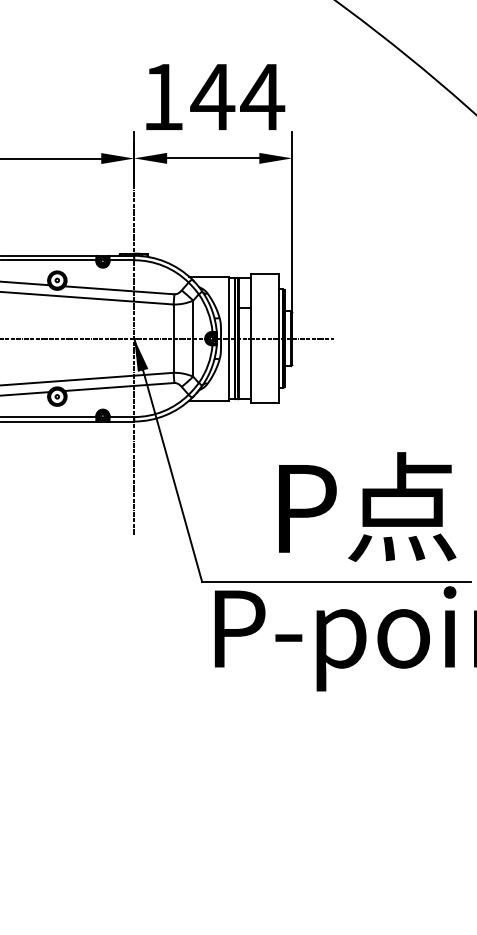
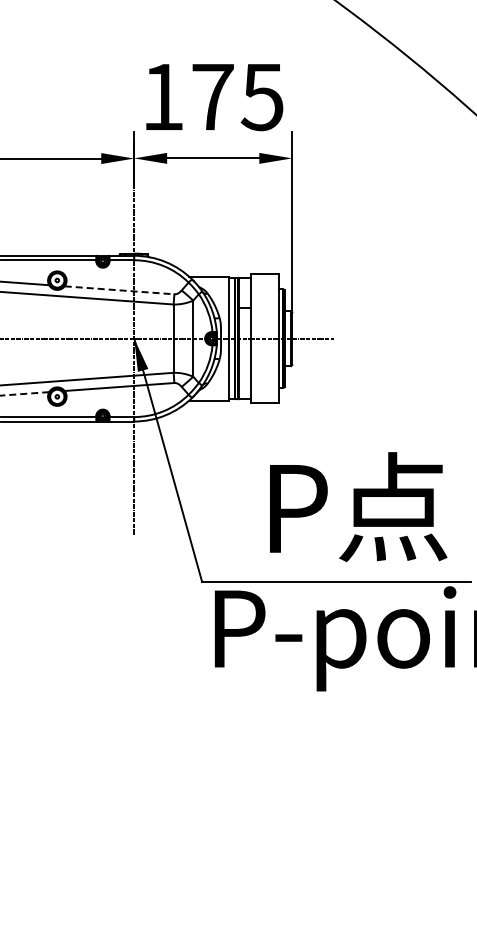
text at (237, 97): 144 -> 175
line at (119, 290): solid -> dashed
line at (24, 393): solid -> dashed
text at (367, 506) position: (367, 506) -> (358, 506)
